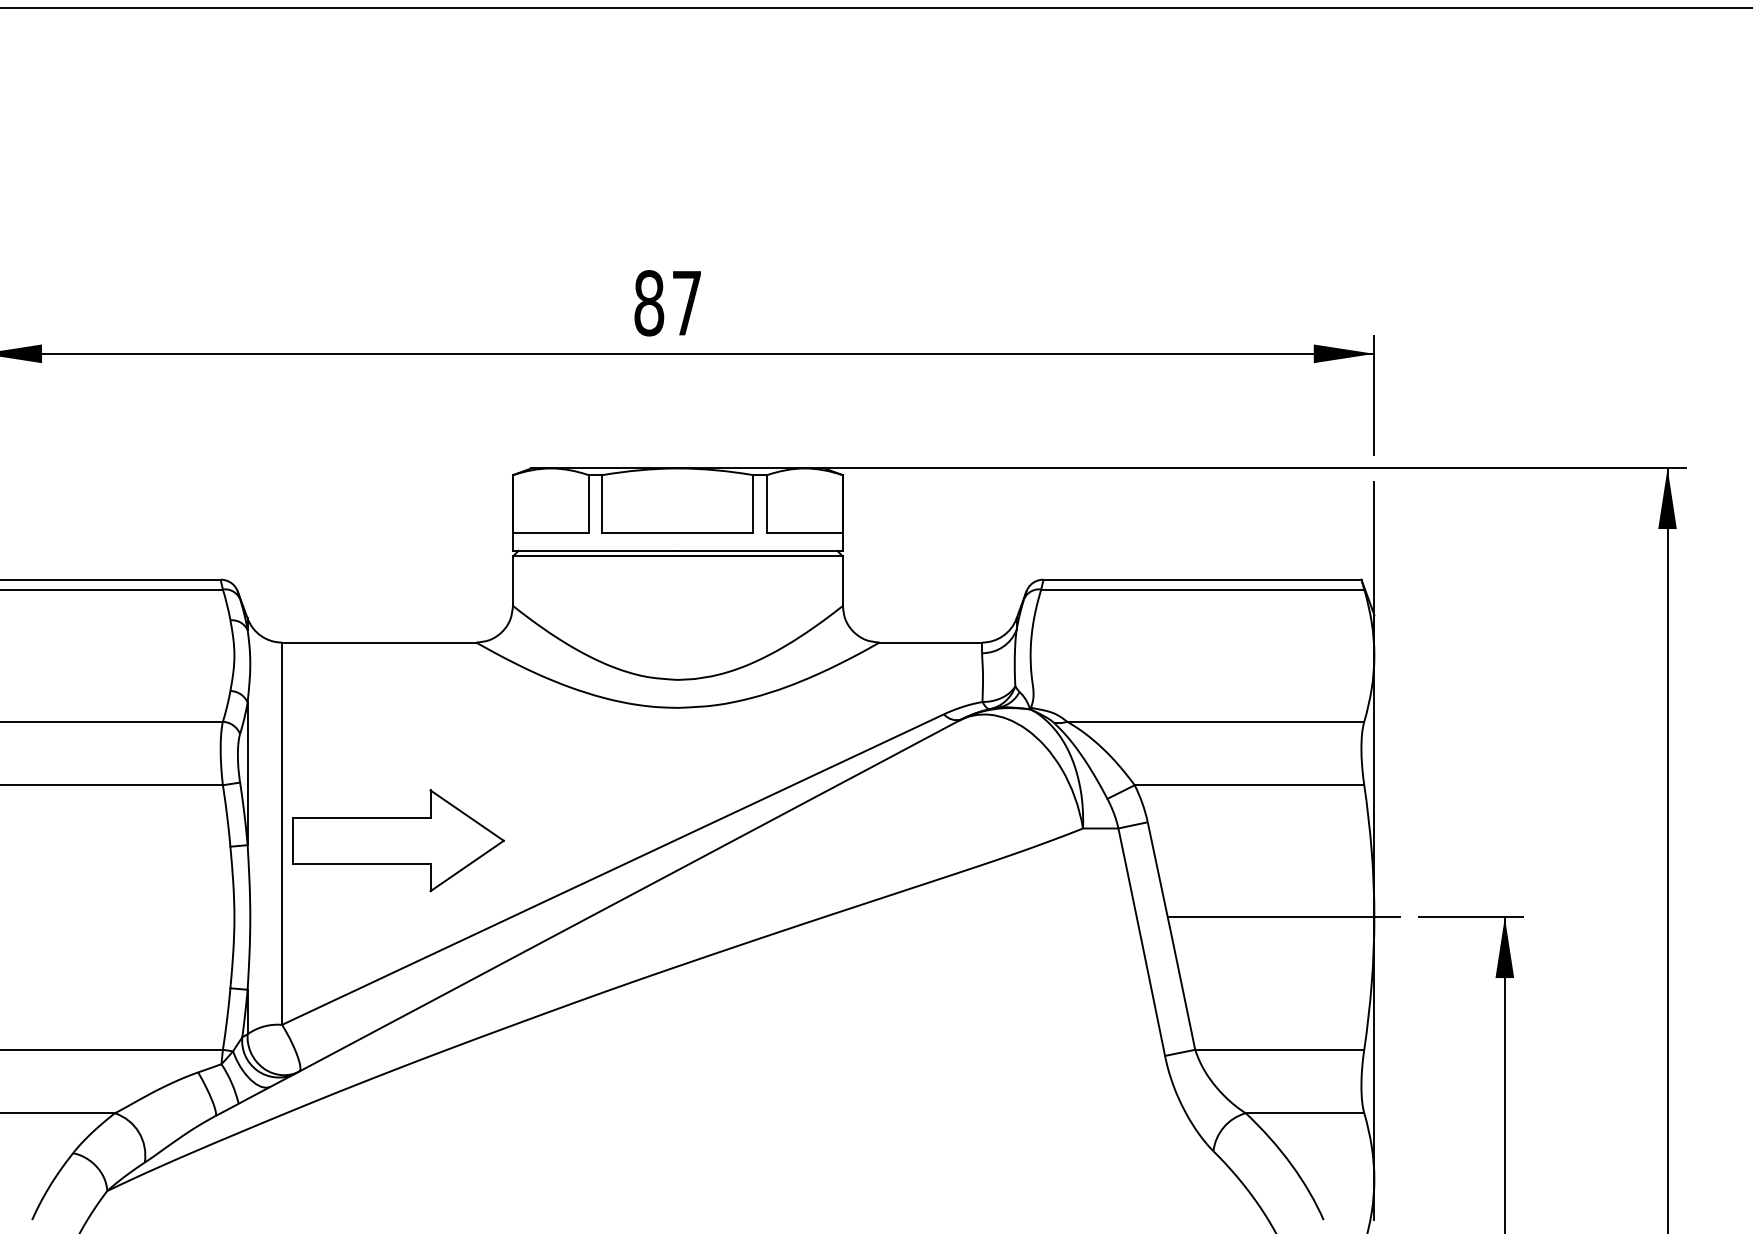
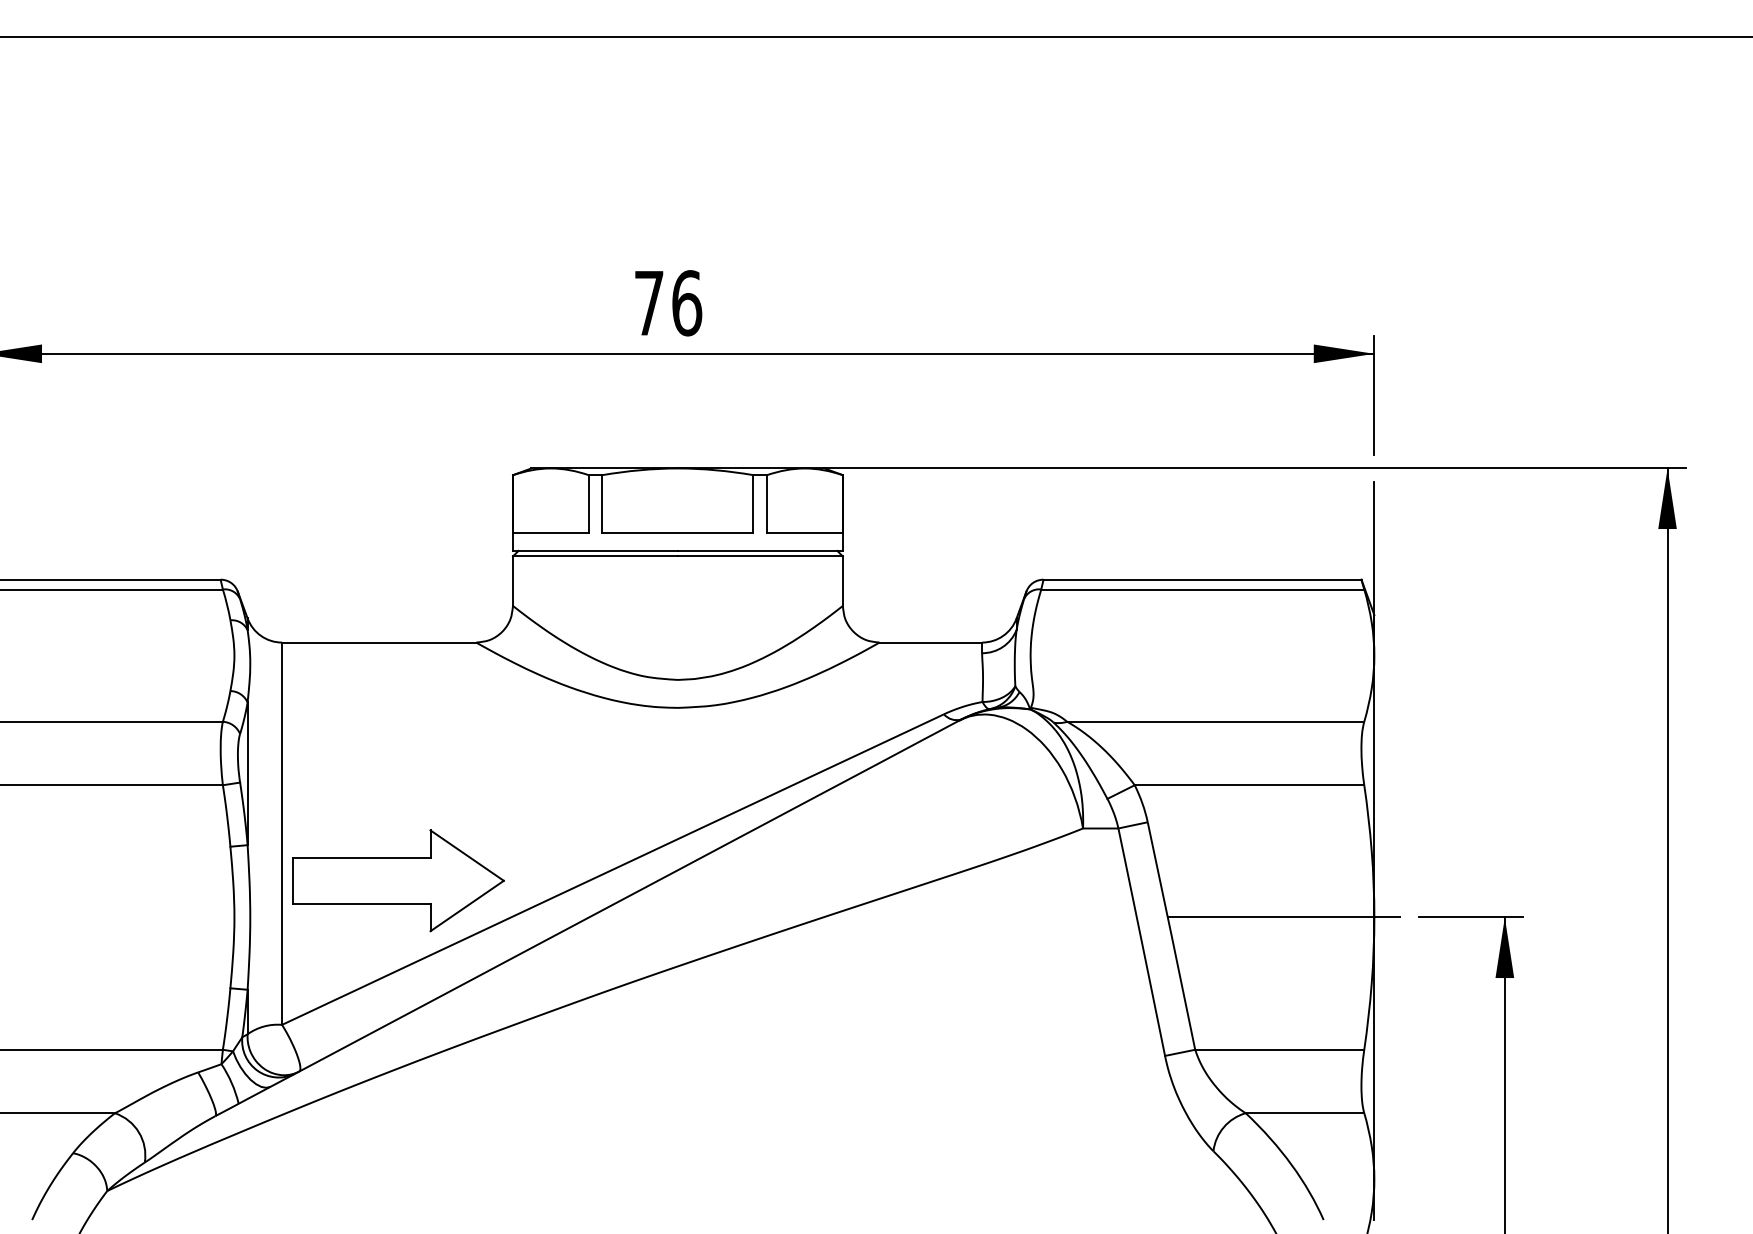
line at (875, 8) position: (875, 8) -> (875, 37)
text at (668, 303): 87 -> 76
part at (398, 840) position: (398, 840) -> (398, 880)
